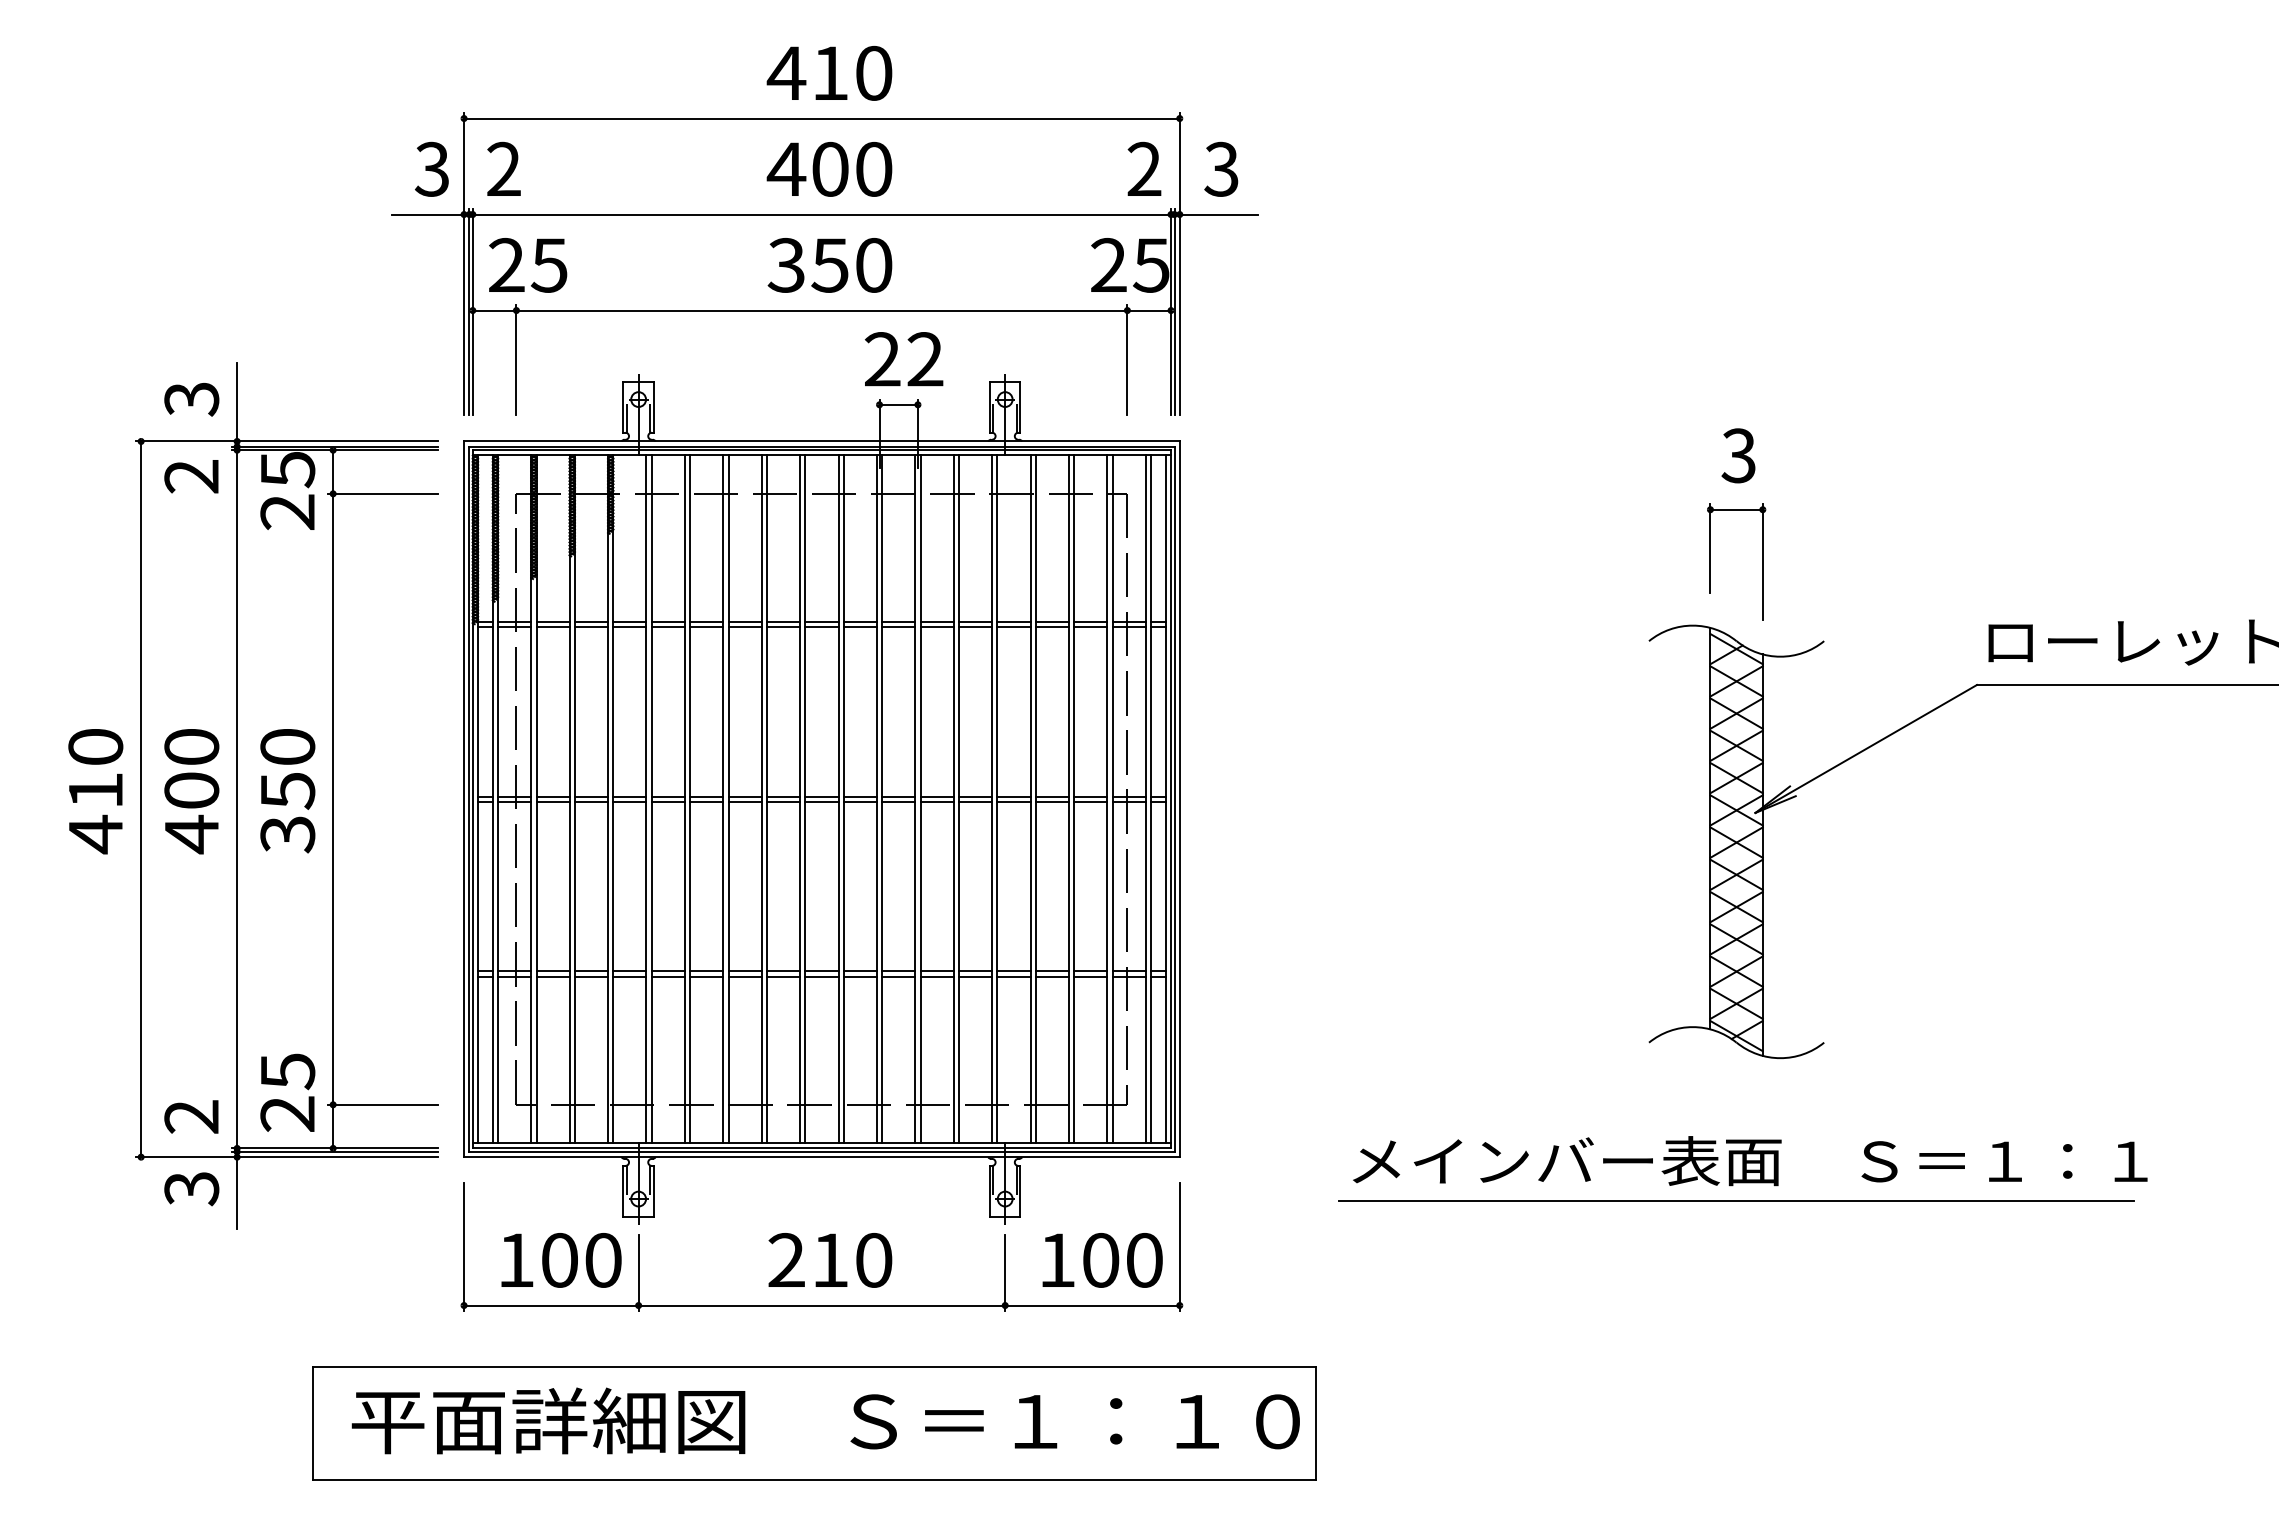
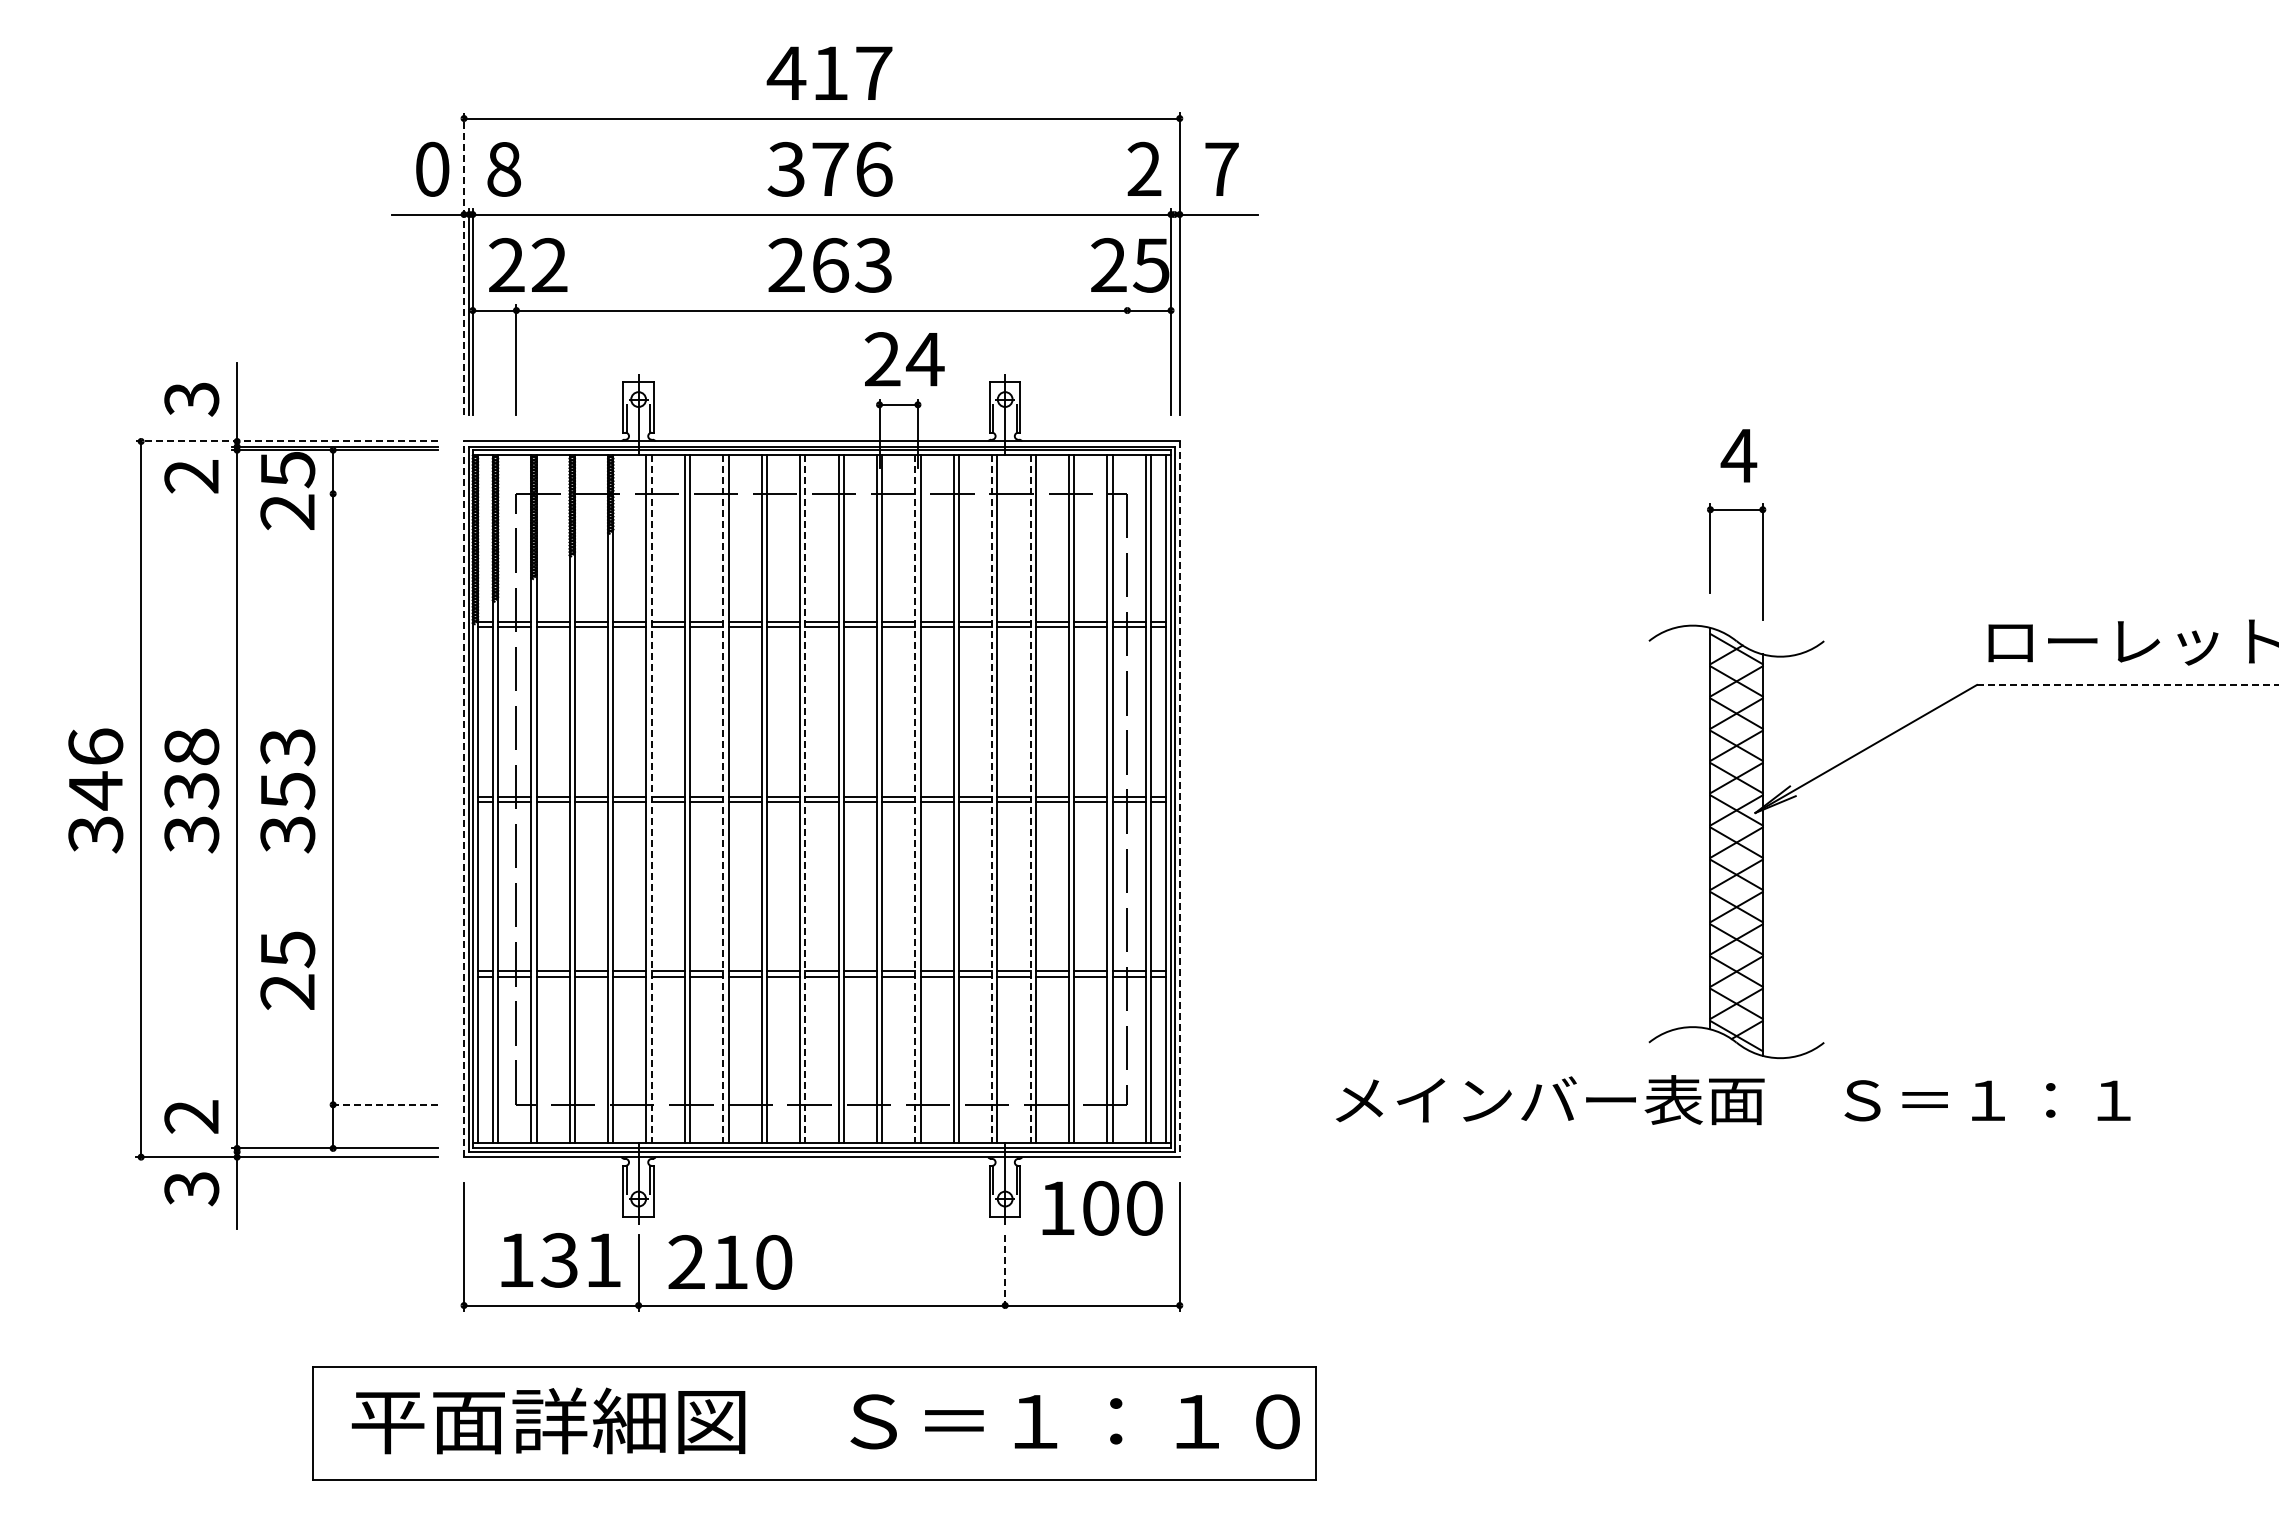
text at (874, 72): 410 -> 417
text at (504, 168): 2 -> 8
text at (829, 168): 400 -> 376
text at (1221, 168): 3 -> 7
text at (431, 169): 3 -> 0
line at (464, 264): solid -> dashed
text at (829, 264): 350 -> 263
text at (548, 265): 25 -> 22
line at (1174, 312): present -> none
text at (924, 359): 22 -> 24
line at (1127, 360): present -> none
line at (286, 441): solid -> dashed
text at (1738, 455): 3 -> 4
line at (382, 493): present -> none
line at (2127, 684): solid -> dashed
text at (287, 747): 350 -> 353
text at (95, 791): 410 -> 346
text at (191, 791): 400 -> 338
line at (464, 799): solid -> dashed
line at (651, 799): solid -> dashed
line at (723, 799): solid -> dashed
line at (805, 799): solid -> dashed
line at (915, 799): solid -> dashed
line at (992, 799): solid -> dashed
line at (1030, 799): solid -> dashed
line at (1179, 799): solid -> dashed
text at (287, 1092) position: (287, 1092) -> (287, 970)
line at (382, 1104): solid -> dashed
line at (334, 1151): present -> none
text at (1750, 1161) position: (1750, 1161) -> (1733, 1100)
line at (1736, 1200): present -> none
text at (580, 1260): 100 -> 131
text at (830, 1260) position: (830, 1260) -> (730, 1262)
text at (1102, 1260) position: (1102, 1260) -> (1102, 1208)
line at (1005, 1272): solid -> dashed
